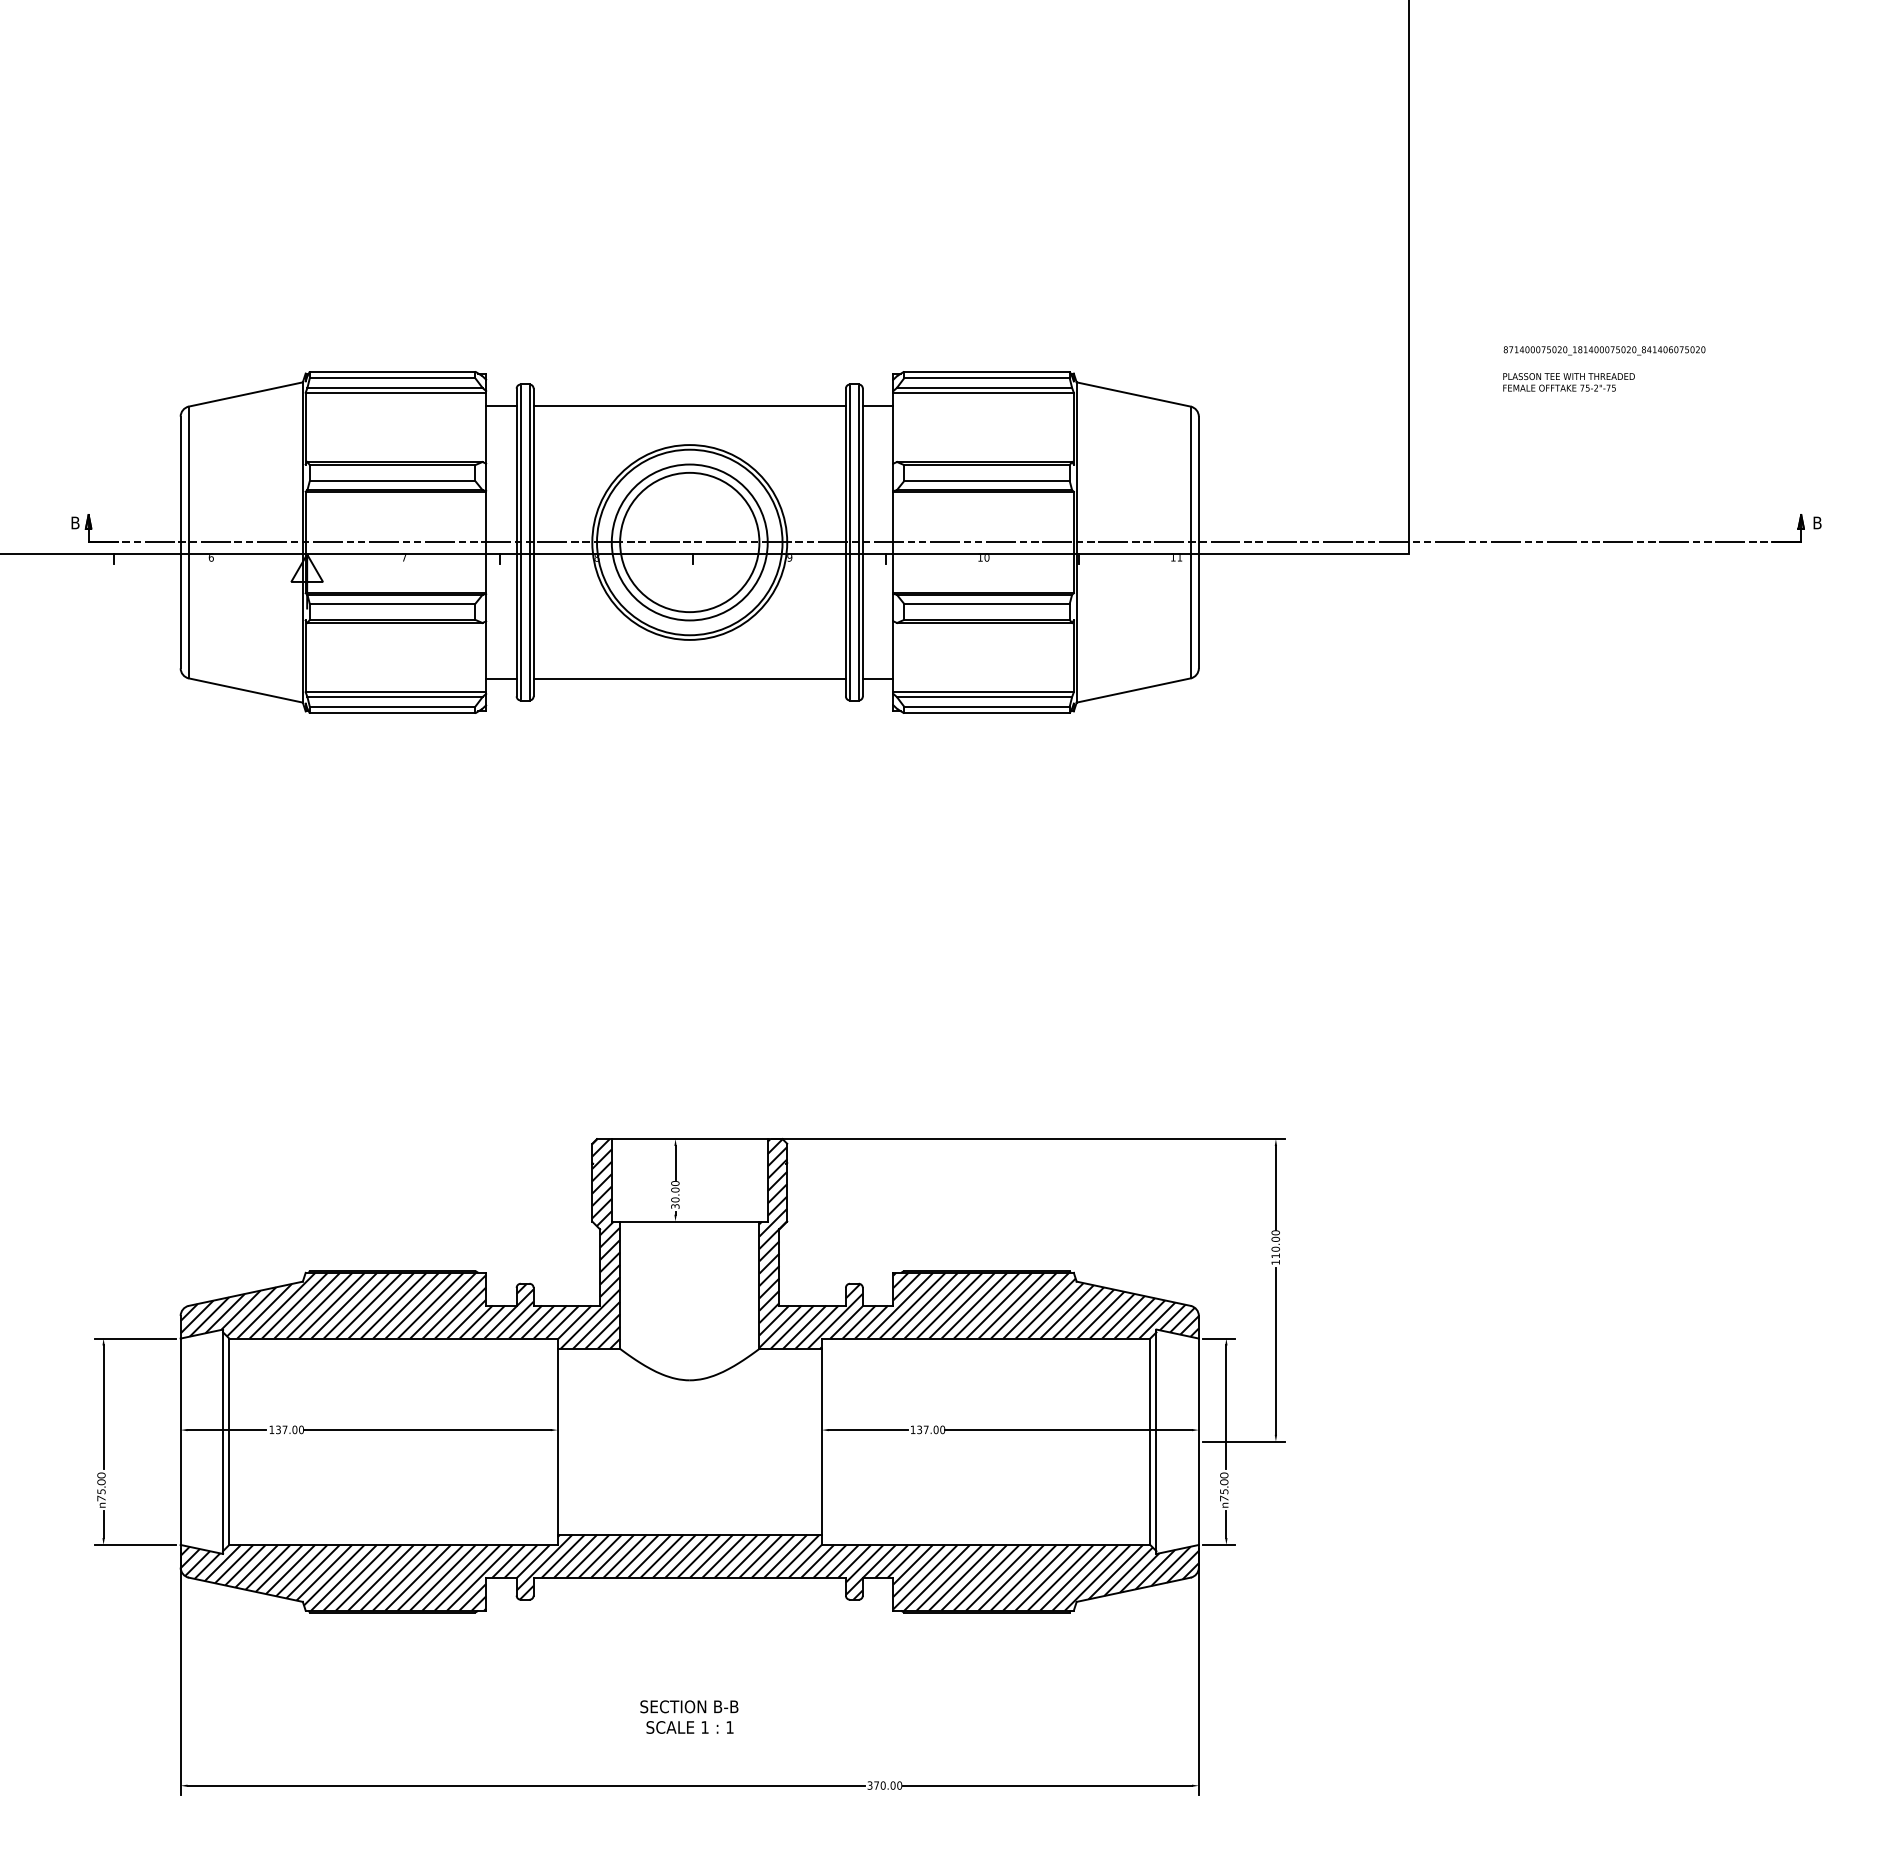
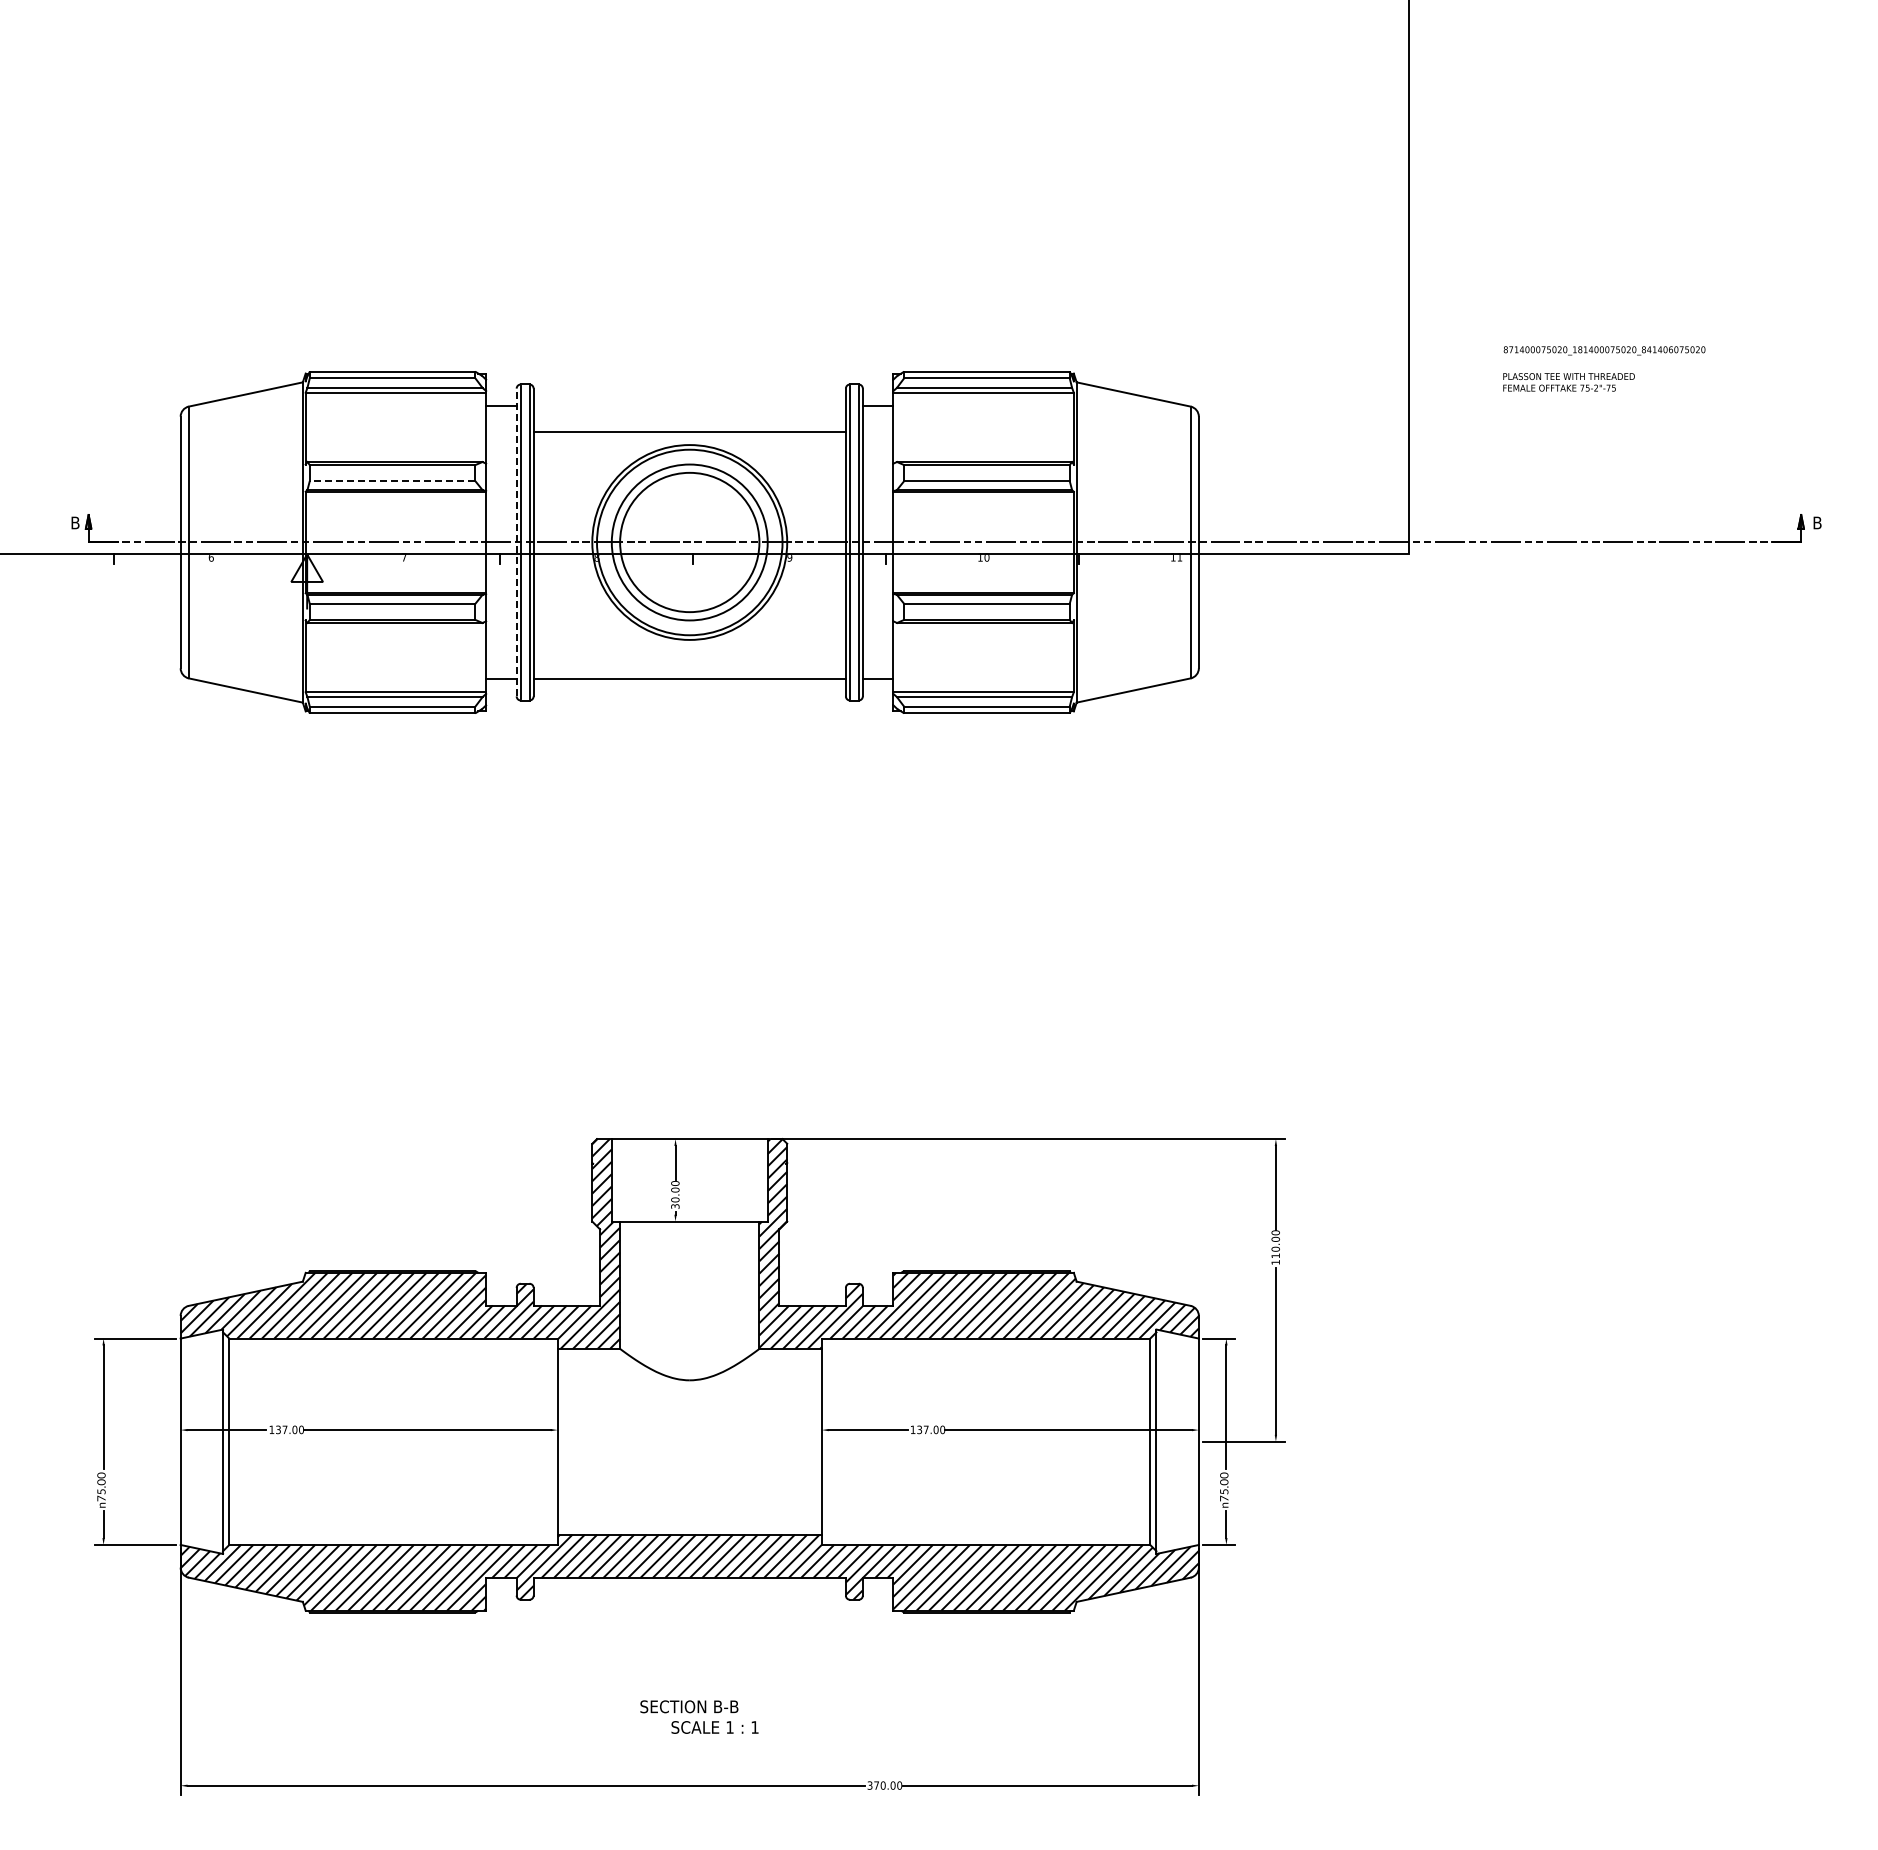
line at (689, 406) position: (689, 406) -> (689, 432)
line at (392, 481): solid -> dashed
line at (516, 542): solid -> dashed
text at (689, 1727) position: (689, 1727) -> (714, 1727)
